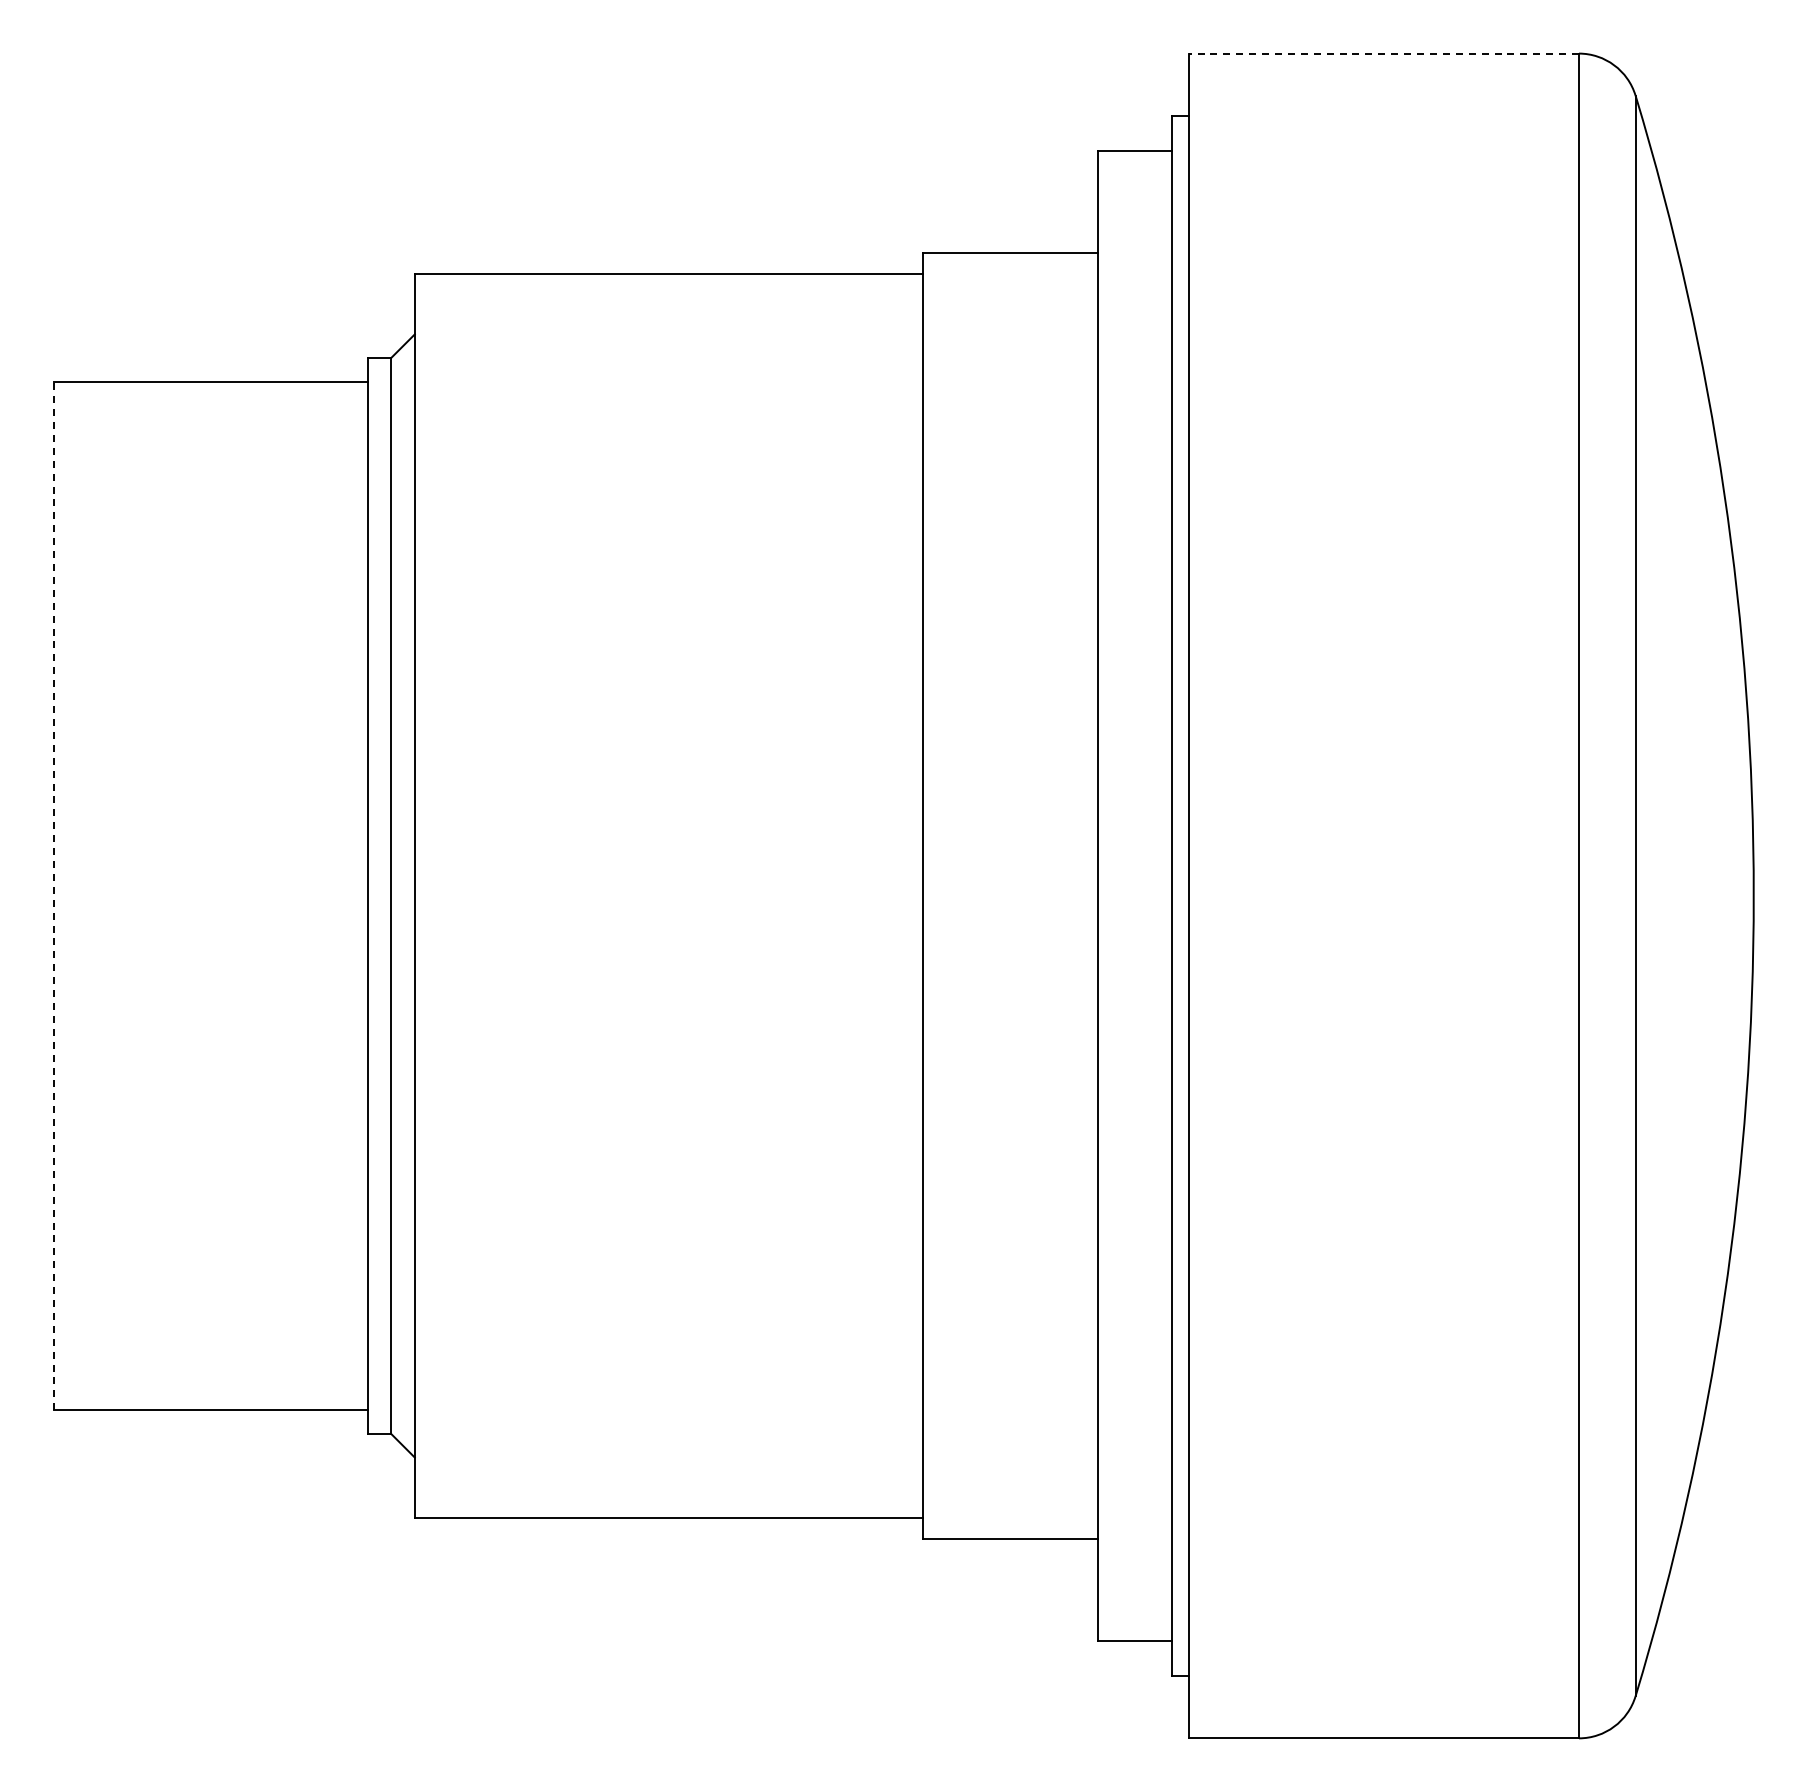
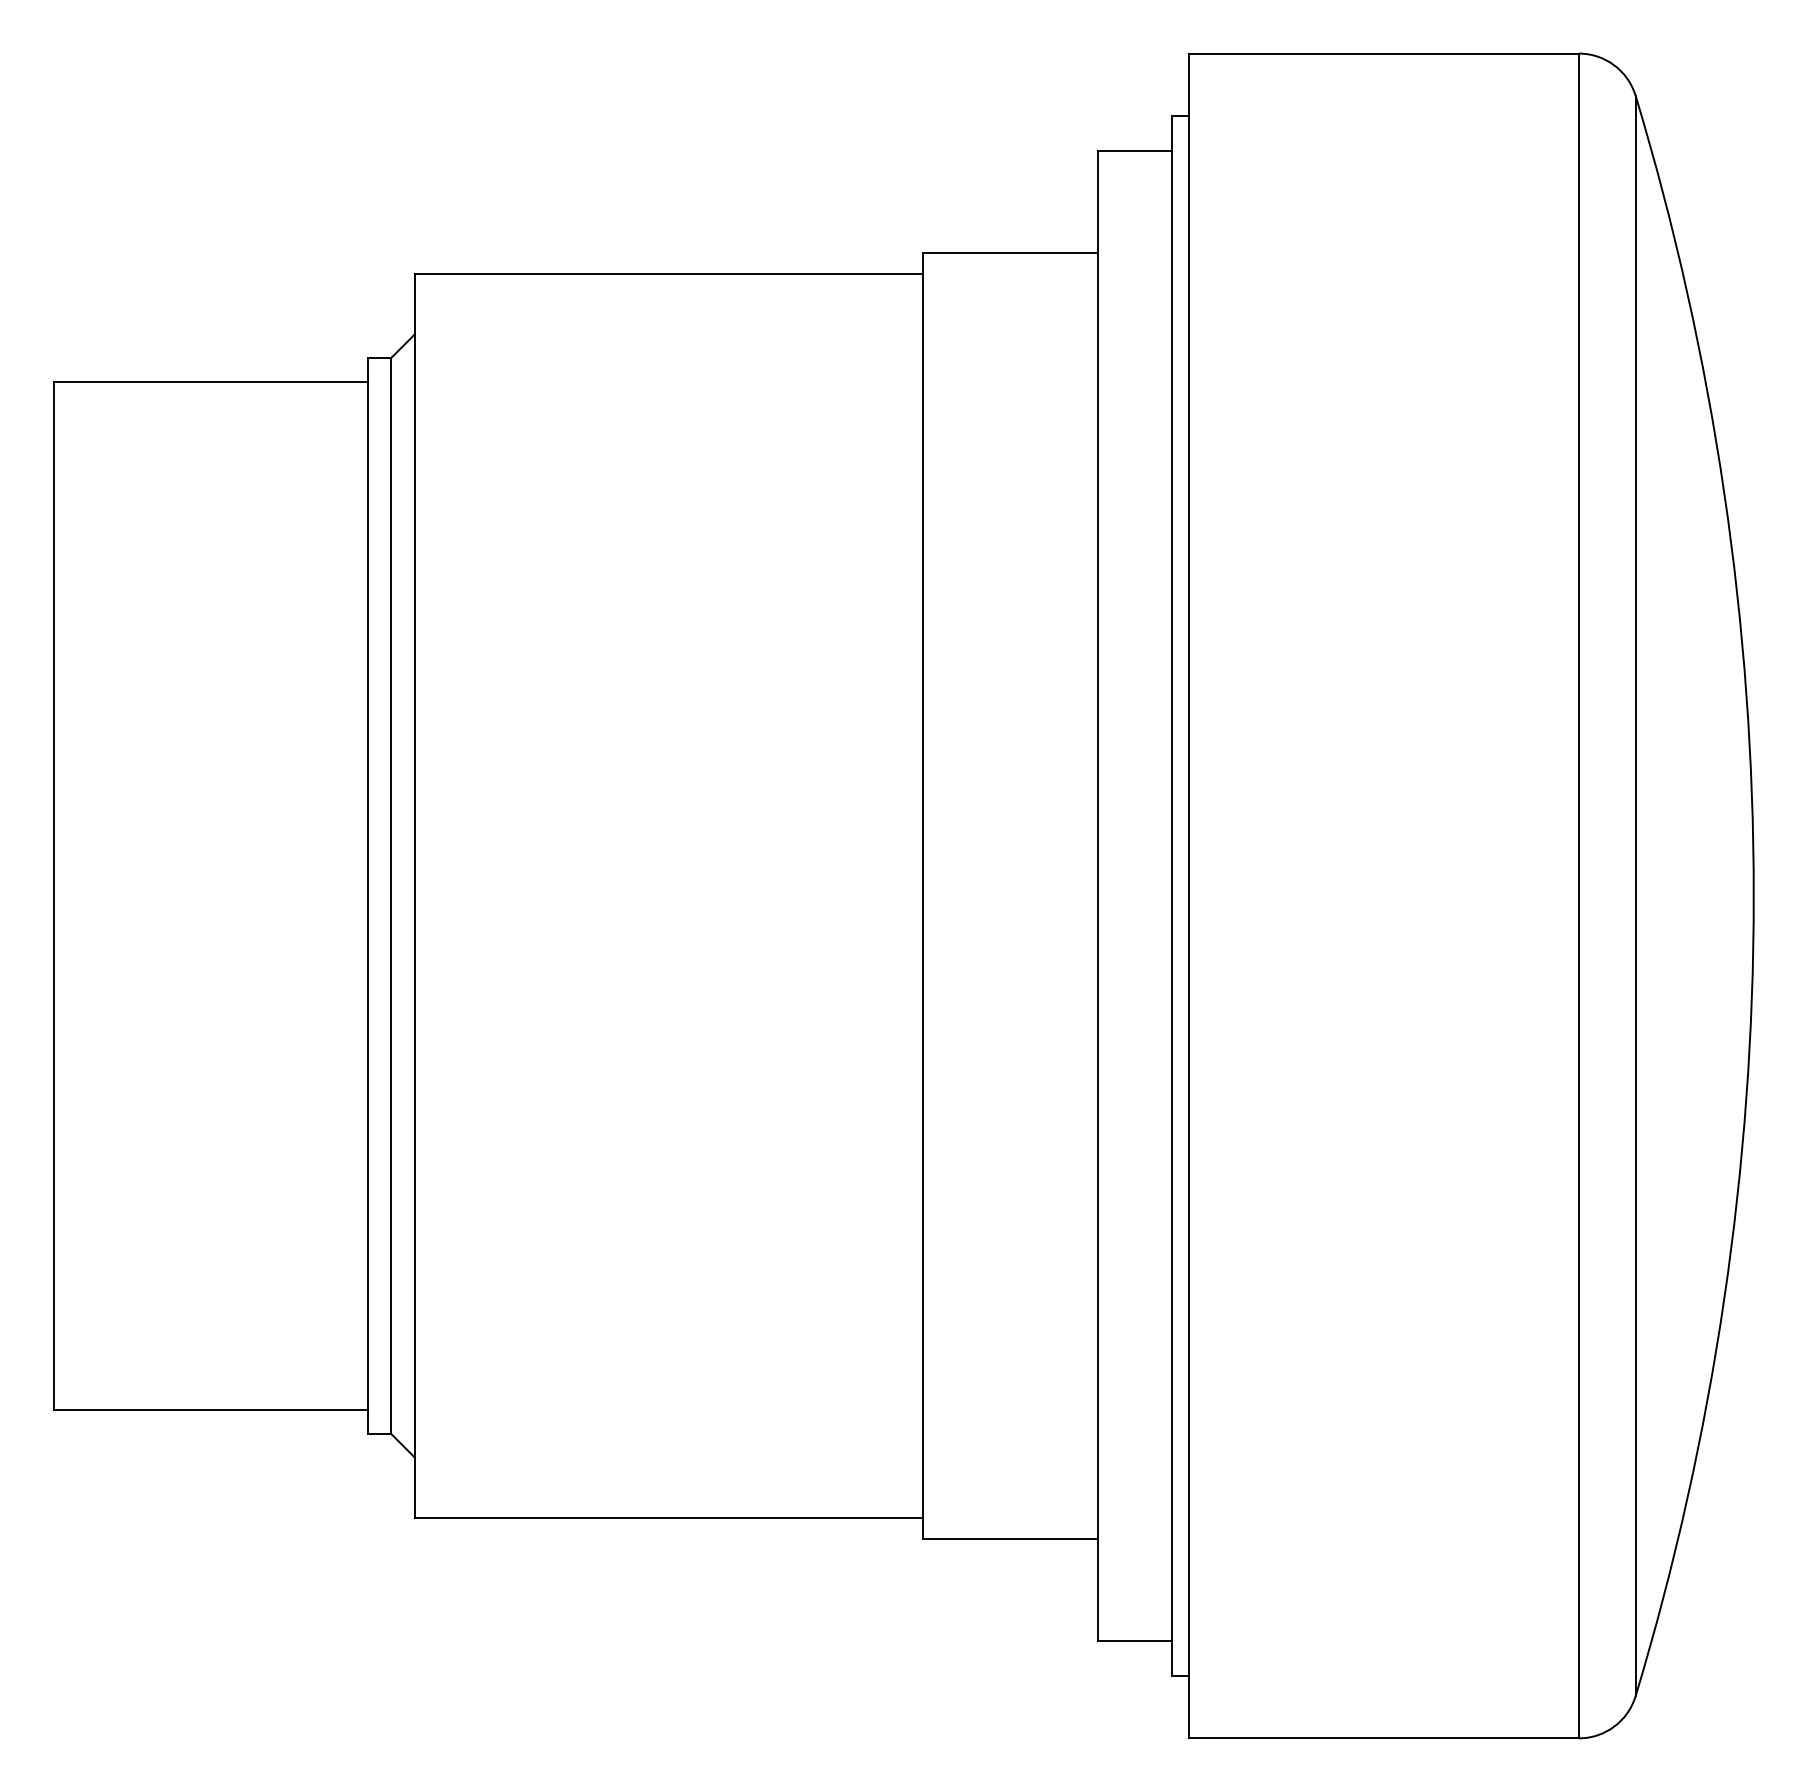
line at (1384, 53): dashed -> solid
line at (54, 895): dashed -> solid
